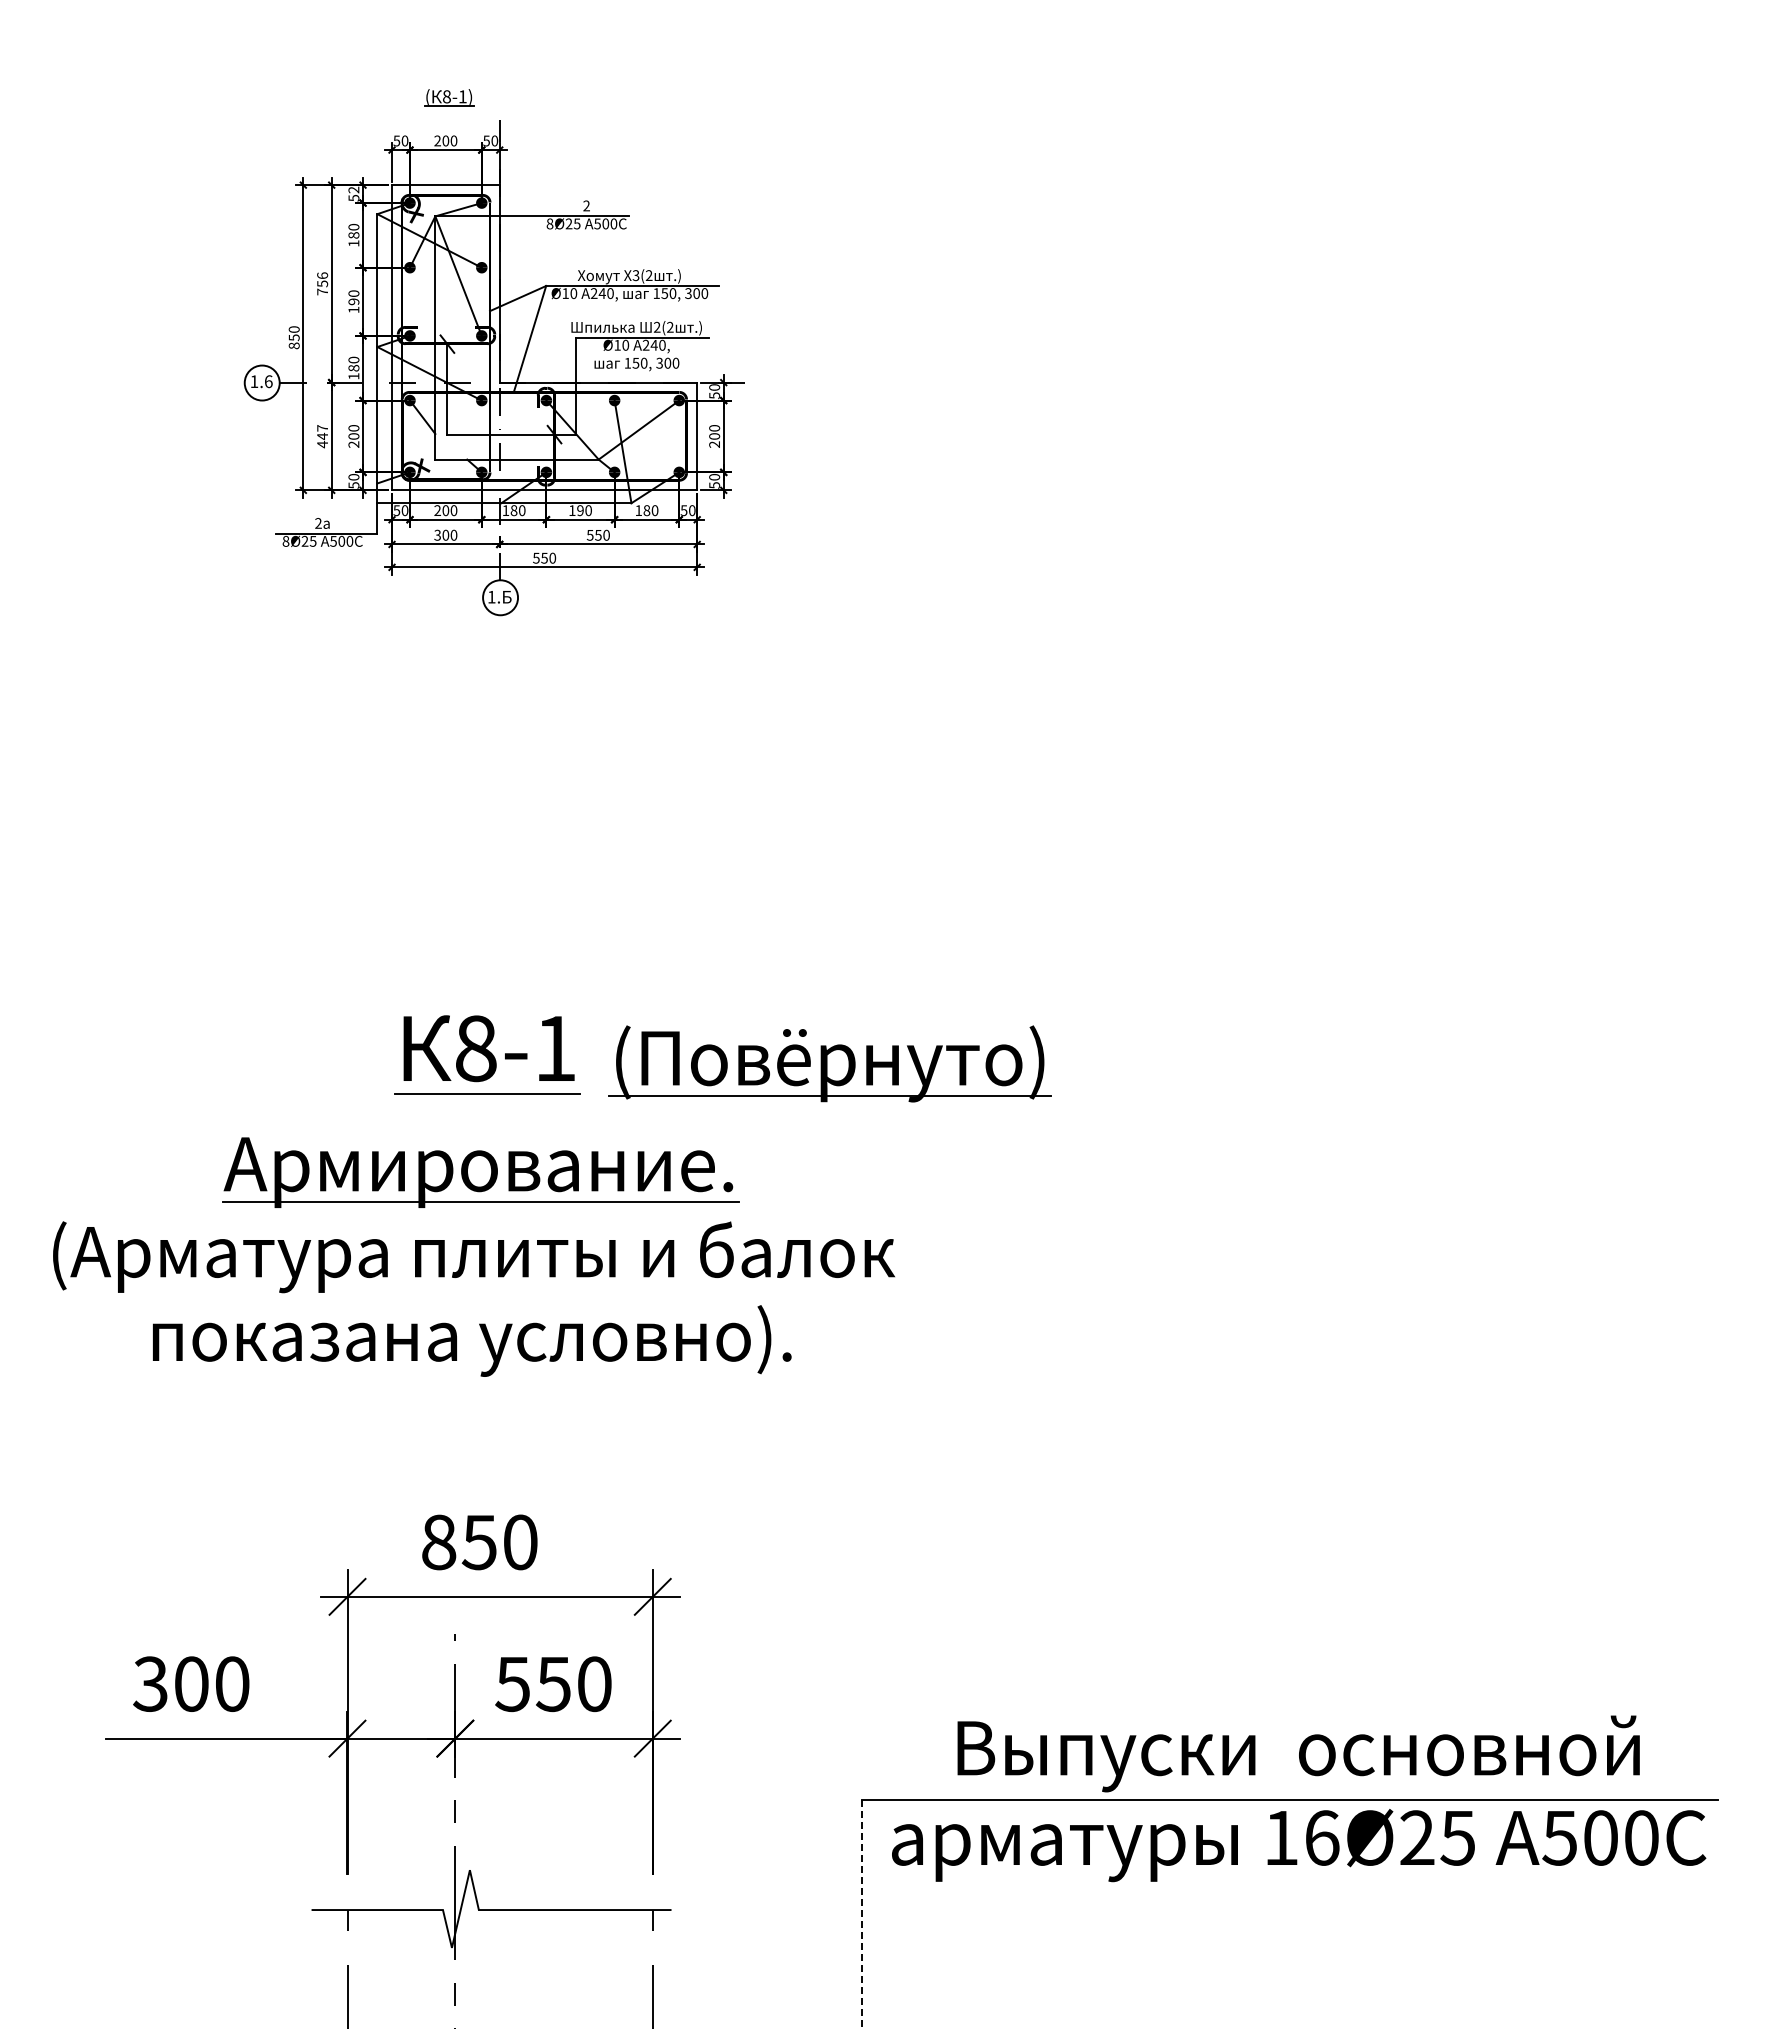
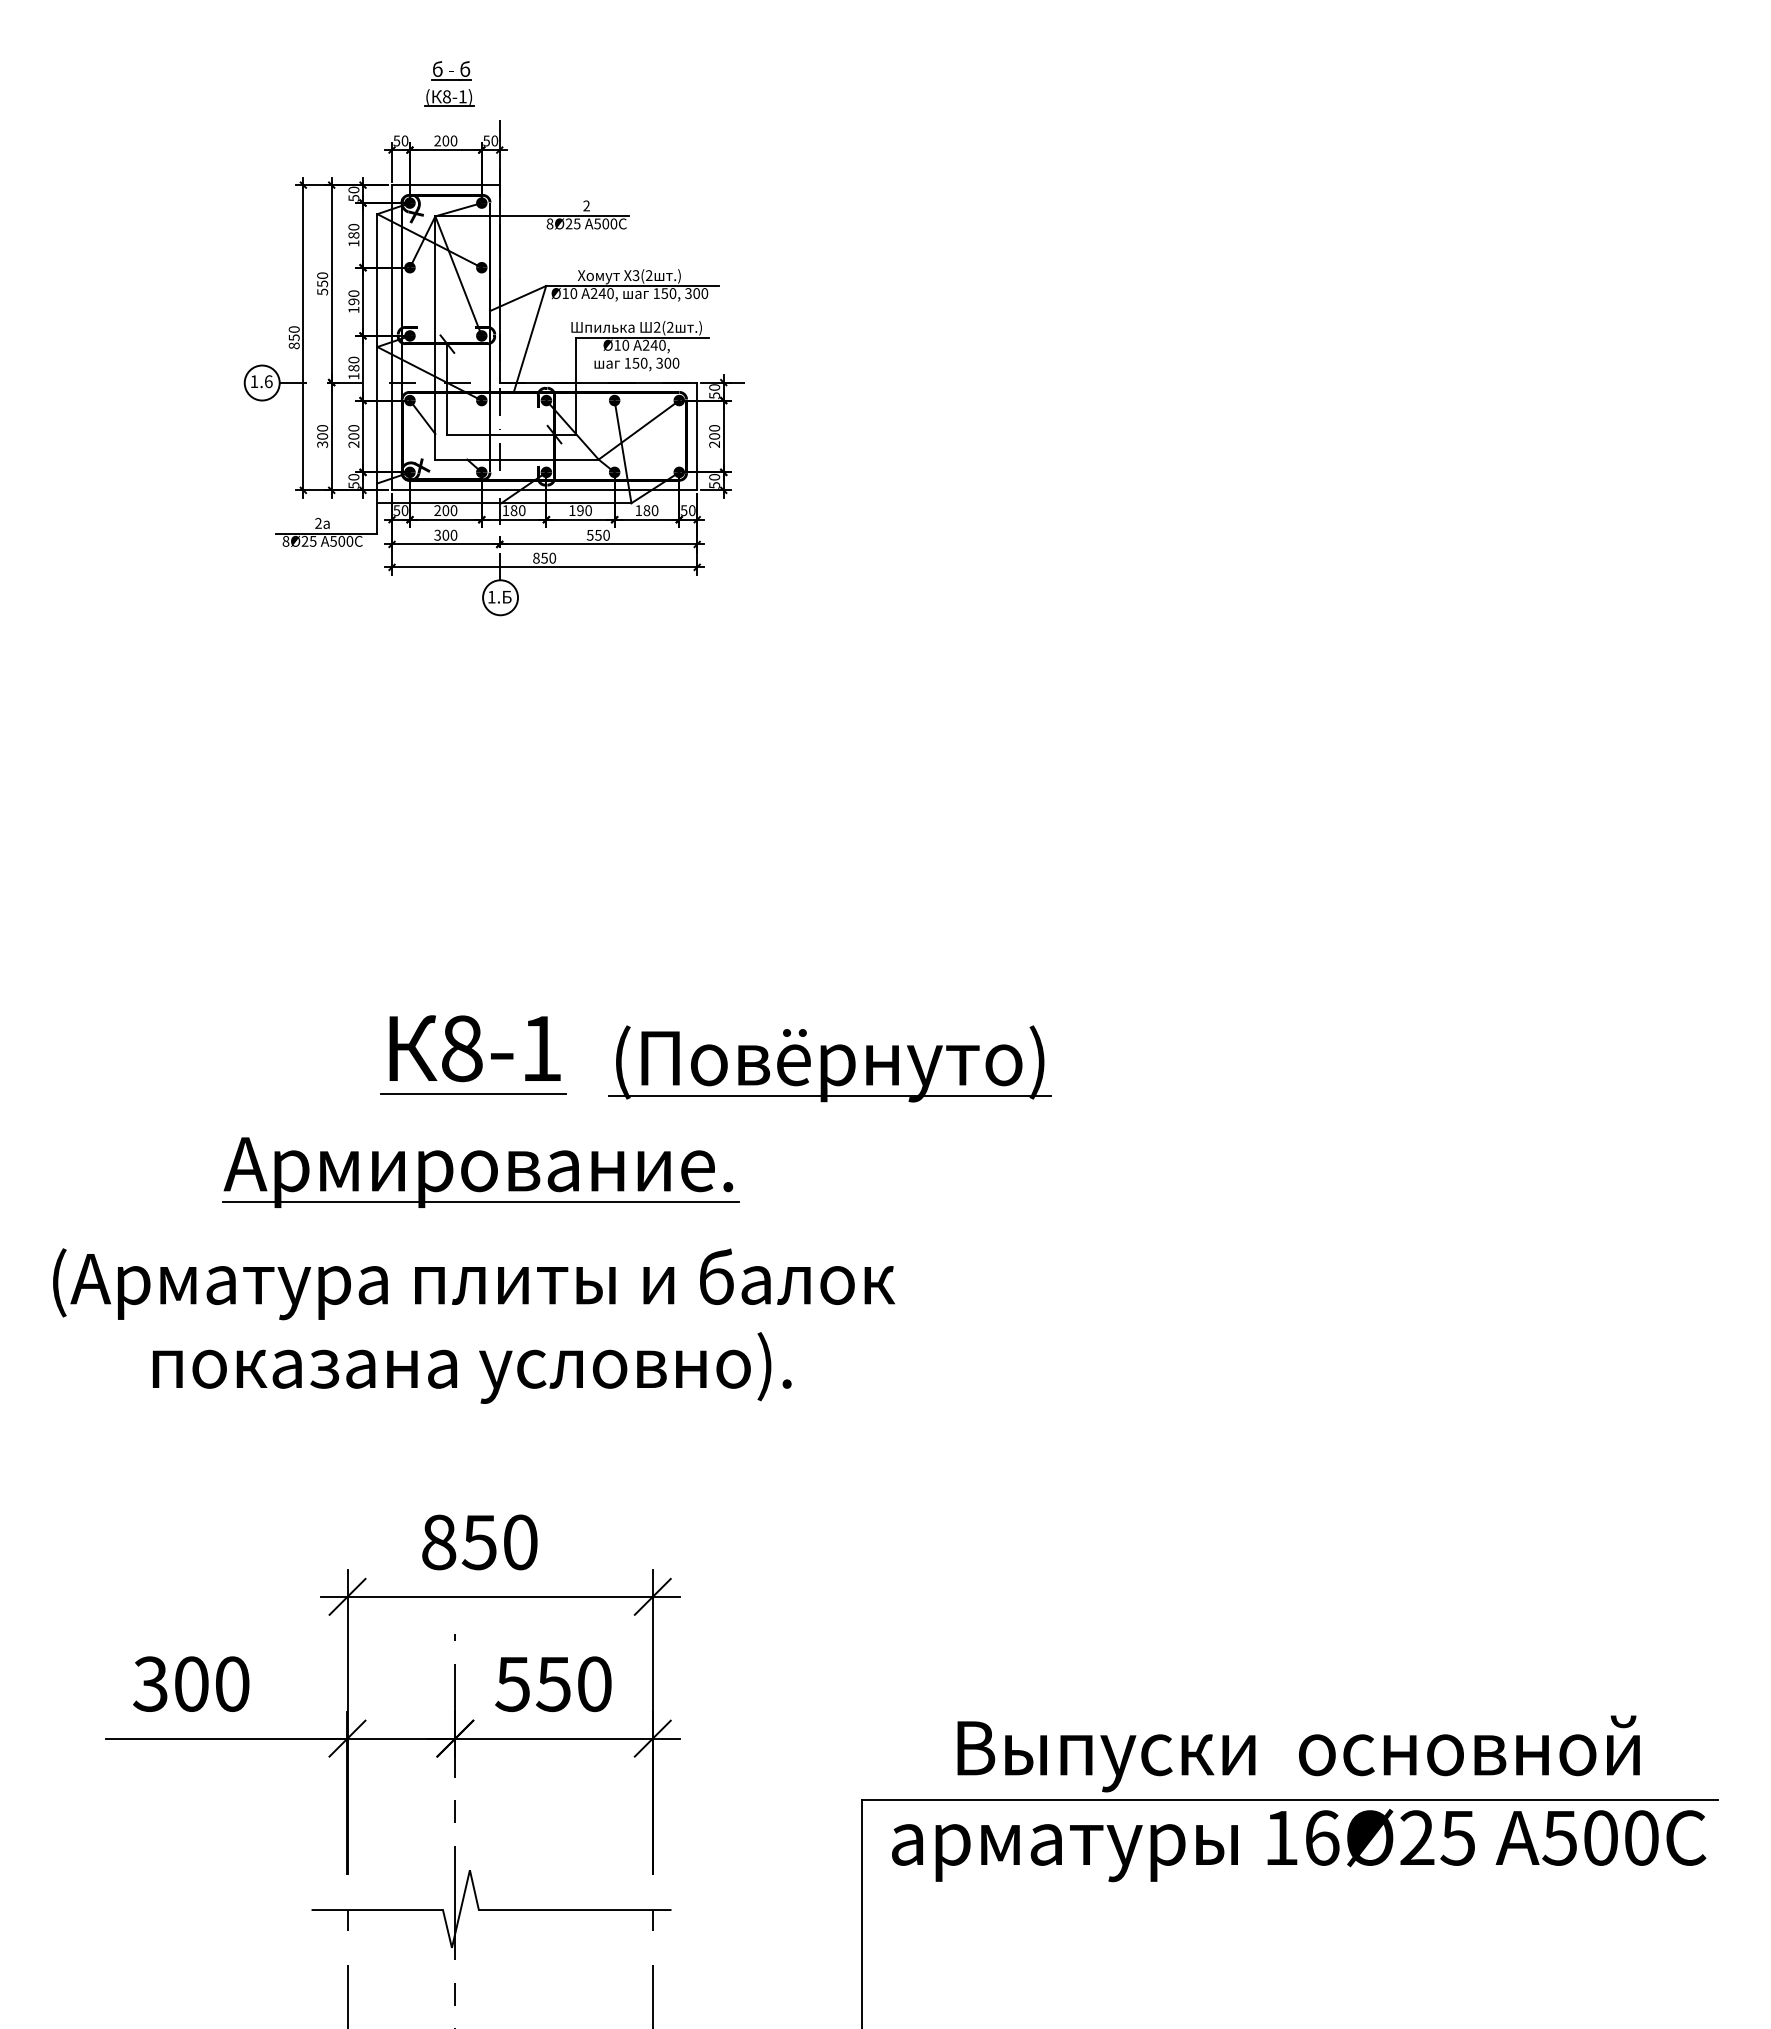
part at (451, 70): none -> present
text at (353, 189): 52 -> 50
text at (322, 283): 756 -> 550
text at (322, 436): 447 -> 300
text at (536, 557): 550 -> 850
part at (487, 1054) position: (487, 1054) -> (473, 1054)
text at (473, 1298) position: (473, 1298) -> (473, 1325)
line at (861, 1915): dashed -> solid
